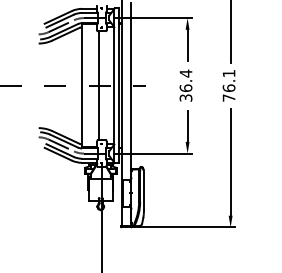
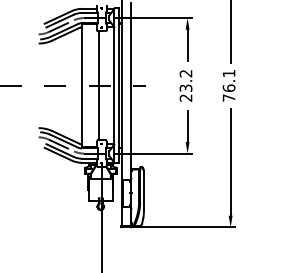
text at (185, 85): 36.4 -> 23.2
